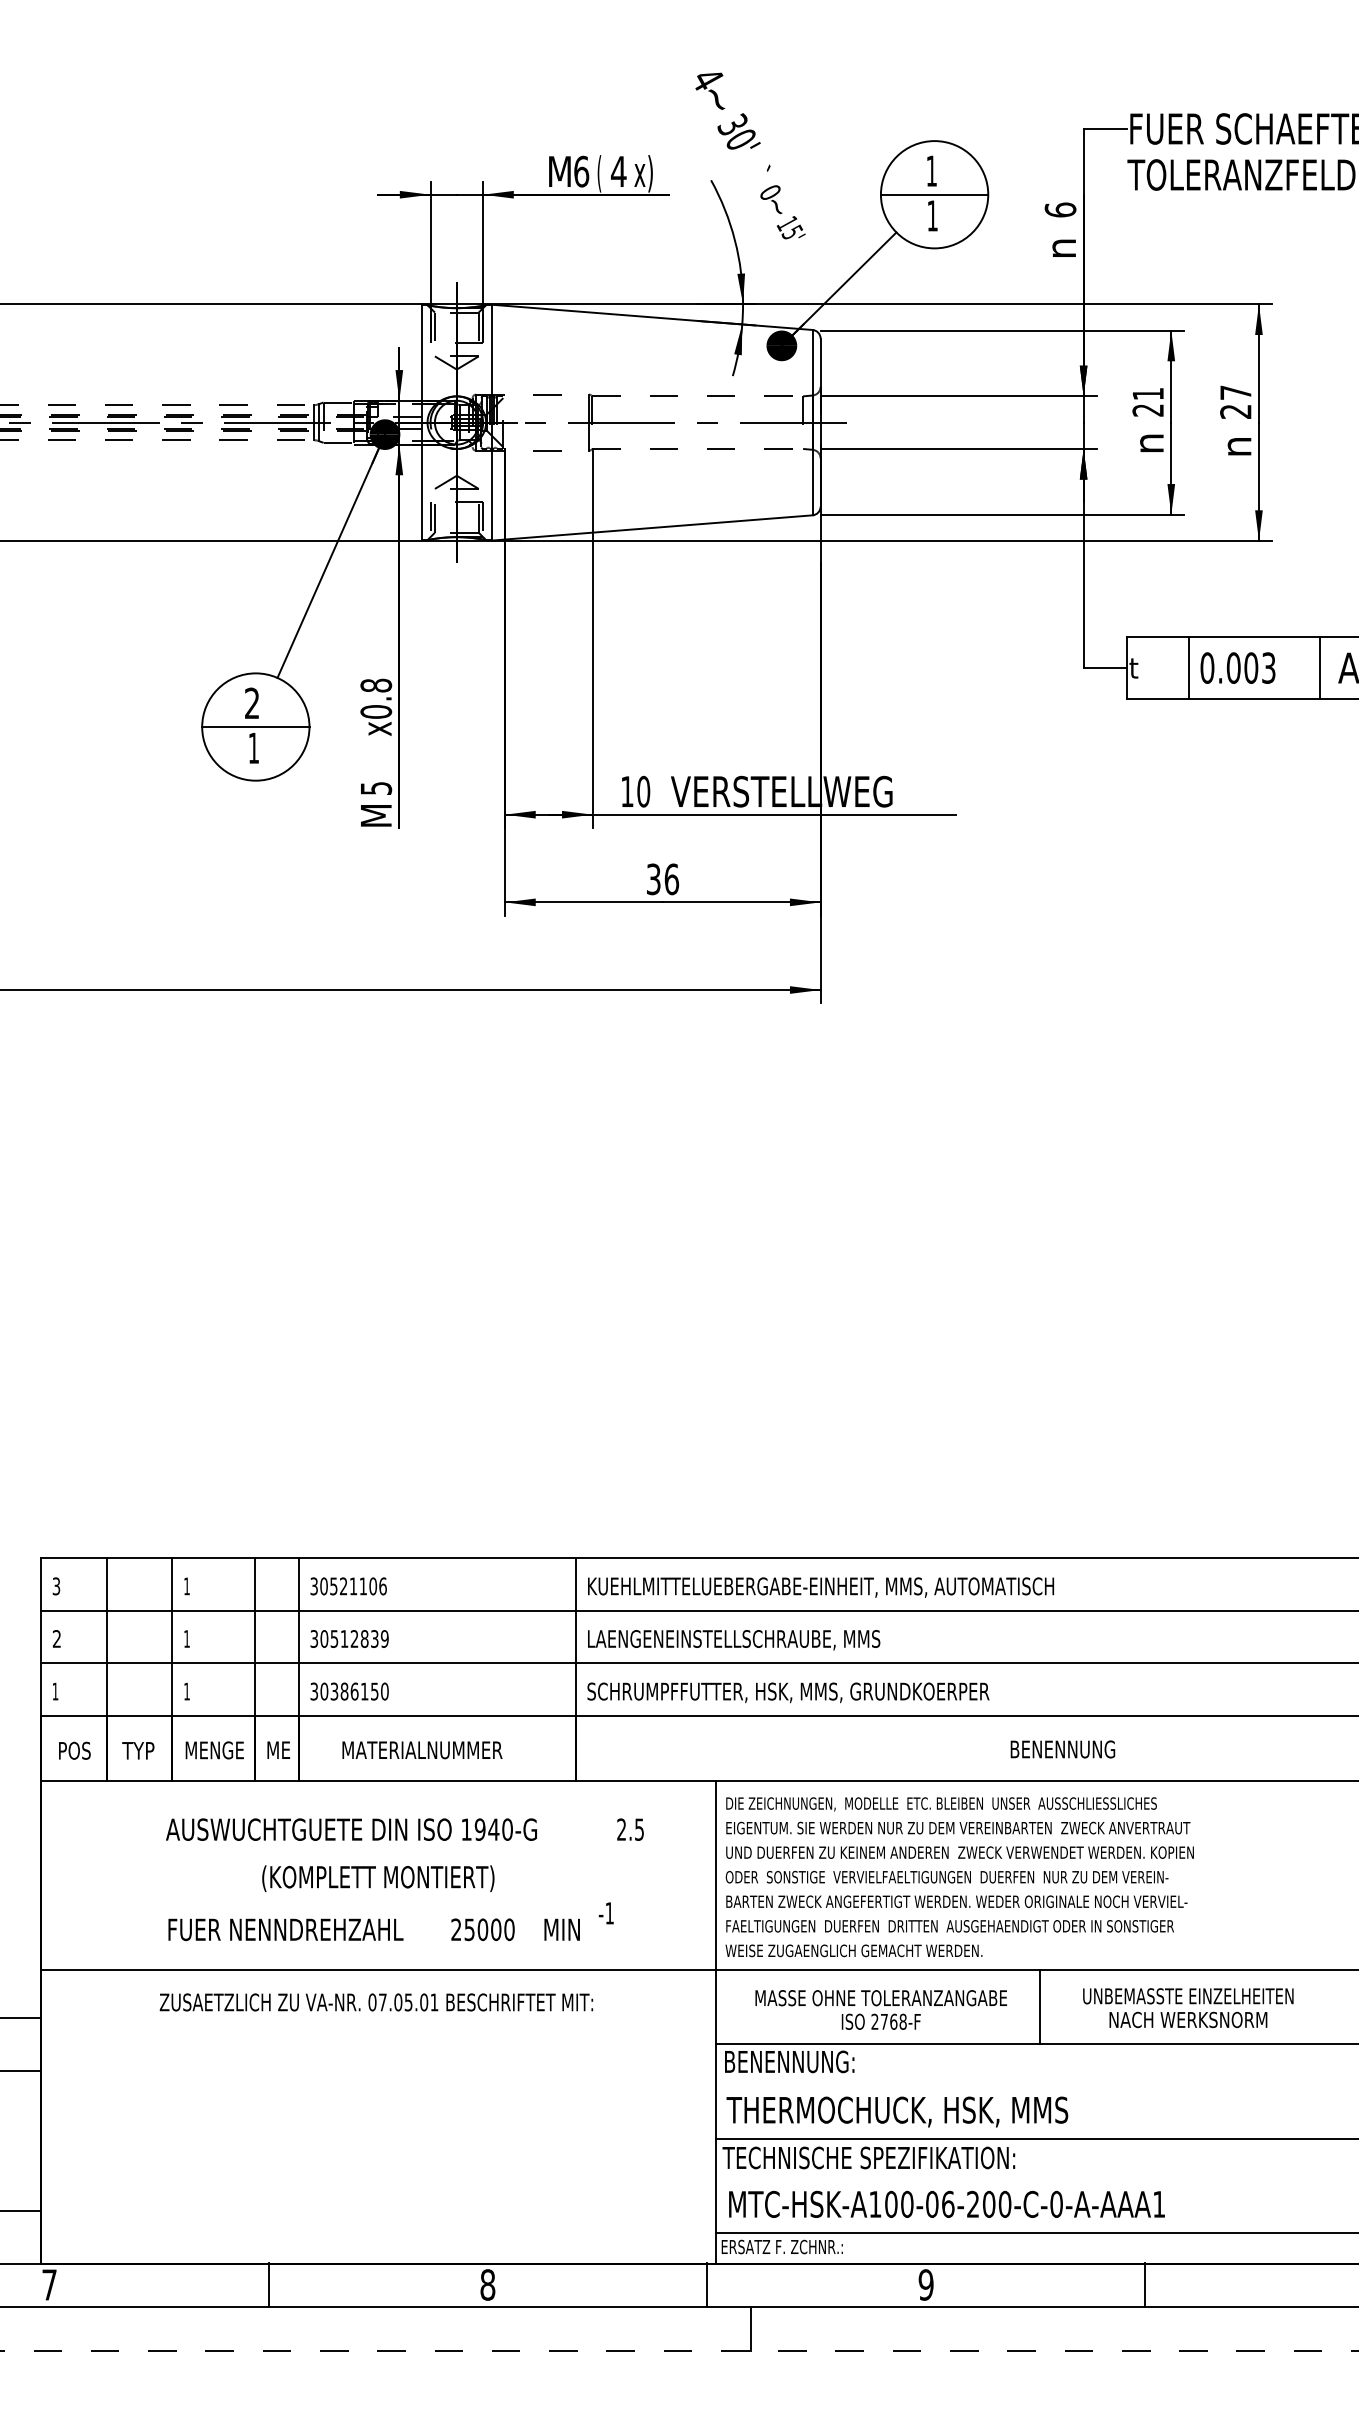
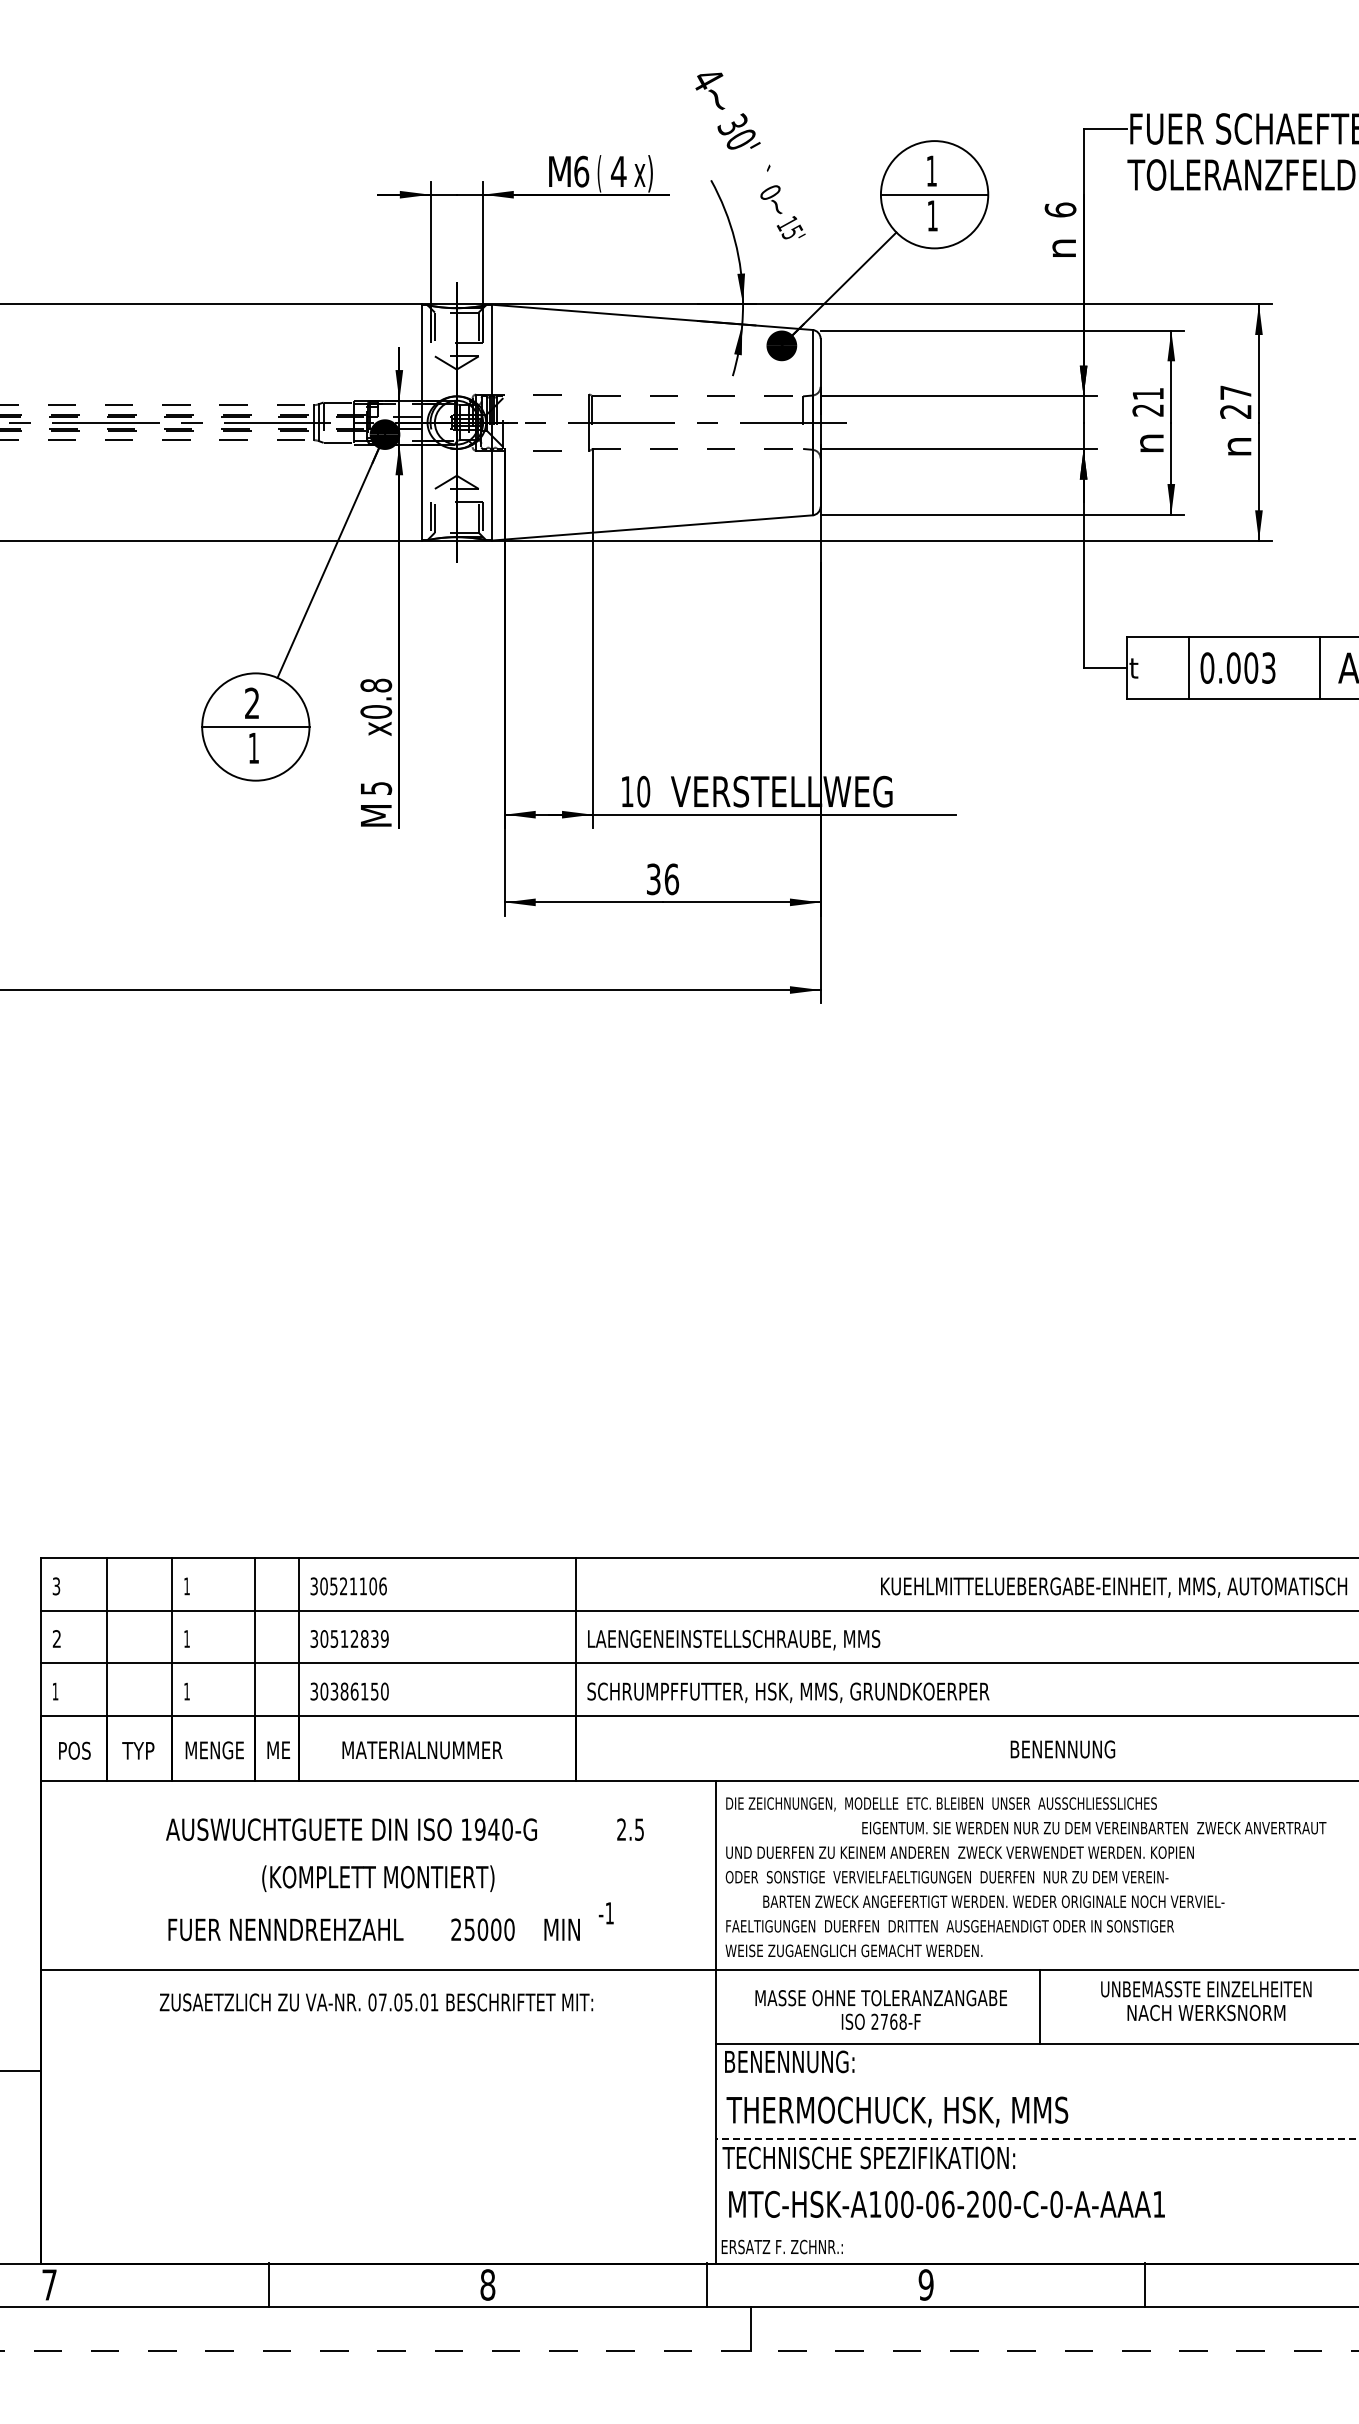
text at (820, 1587) position: (820, 1587) -> (1113, 1587)
text at (958, 1827) position: (958, 1827) -> (1094, 1827)
text at (956, 1901) position: (956, 1901) -> (993, 1901)
text at (1188, 2008) position: (1188, 2008) -> (1206, 2001)
line at (21, 2018): present -> none
line at (1036, 2138): solid -> dashed
line at (21, 2211): present -> none
line at (1035, 2232): present -> none
